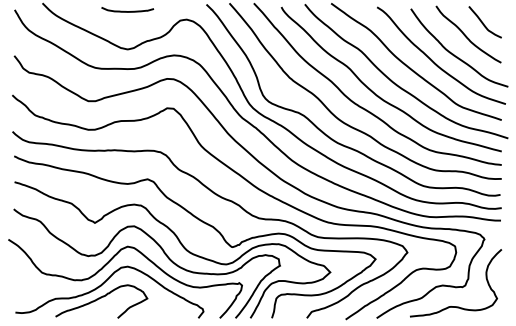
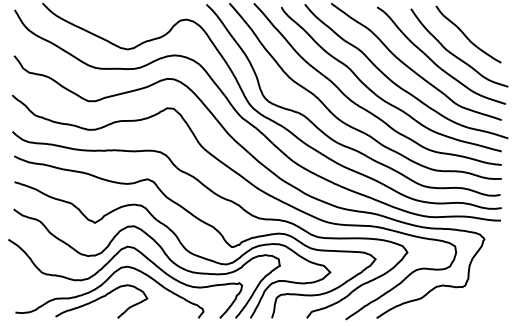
curve at (127, 11): present -> none
curve at (483, 22): present -> none
curve at (456, 306): present -> none
